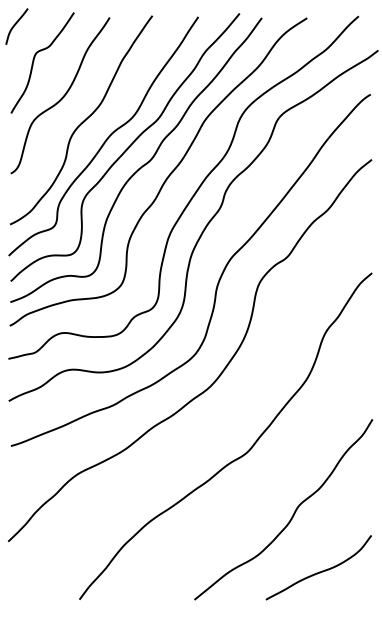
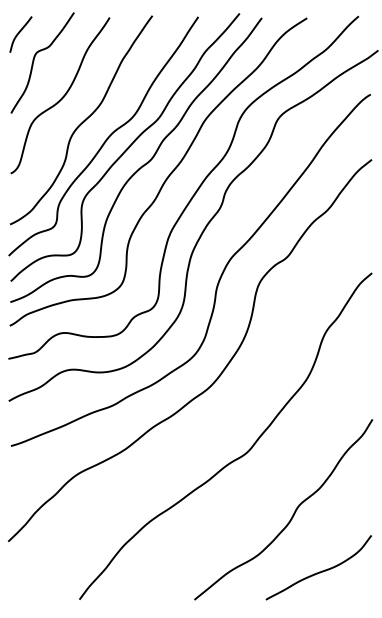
curve at (15, 25) position: (15, 25) -> (19, 33)
